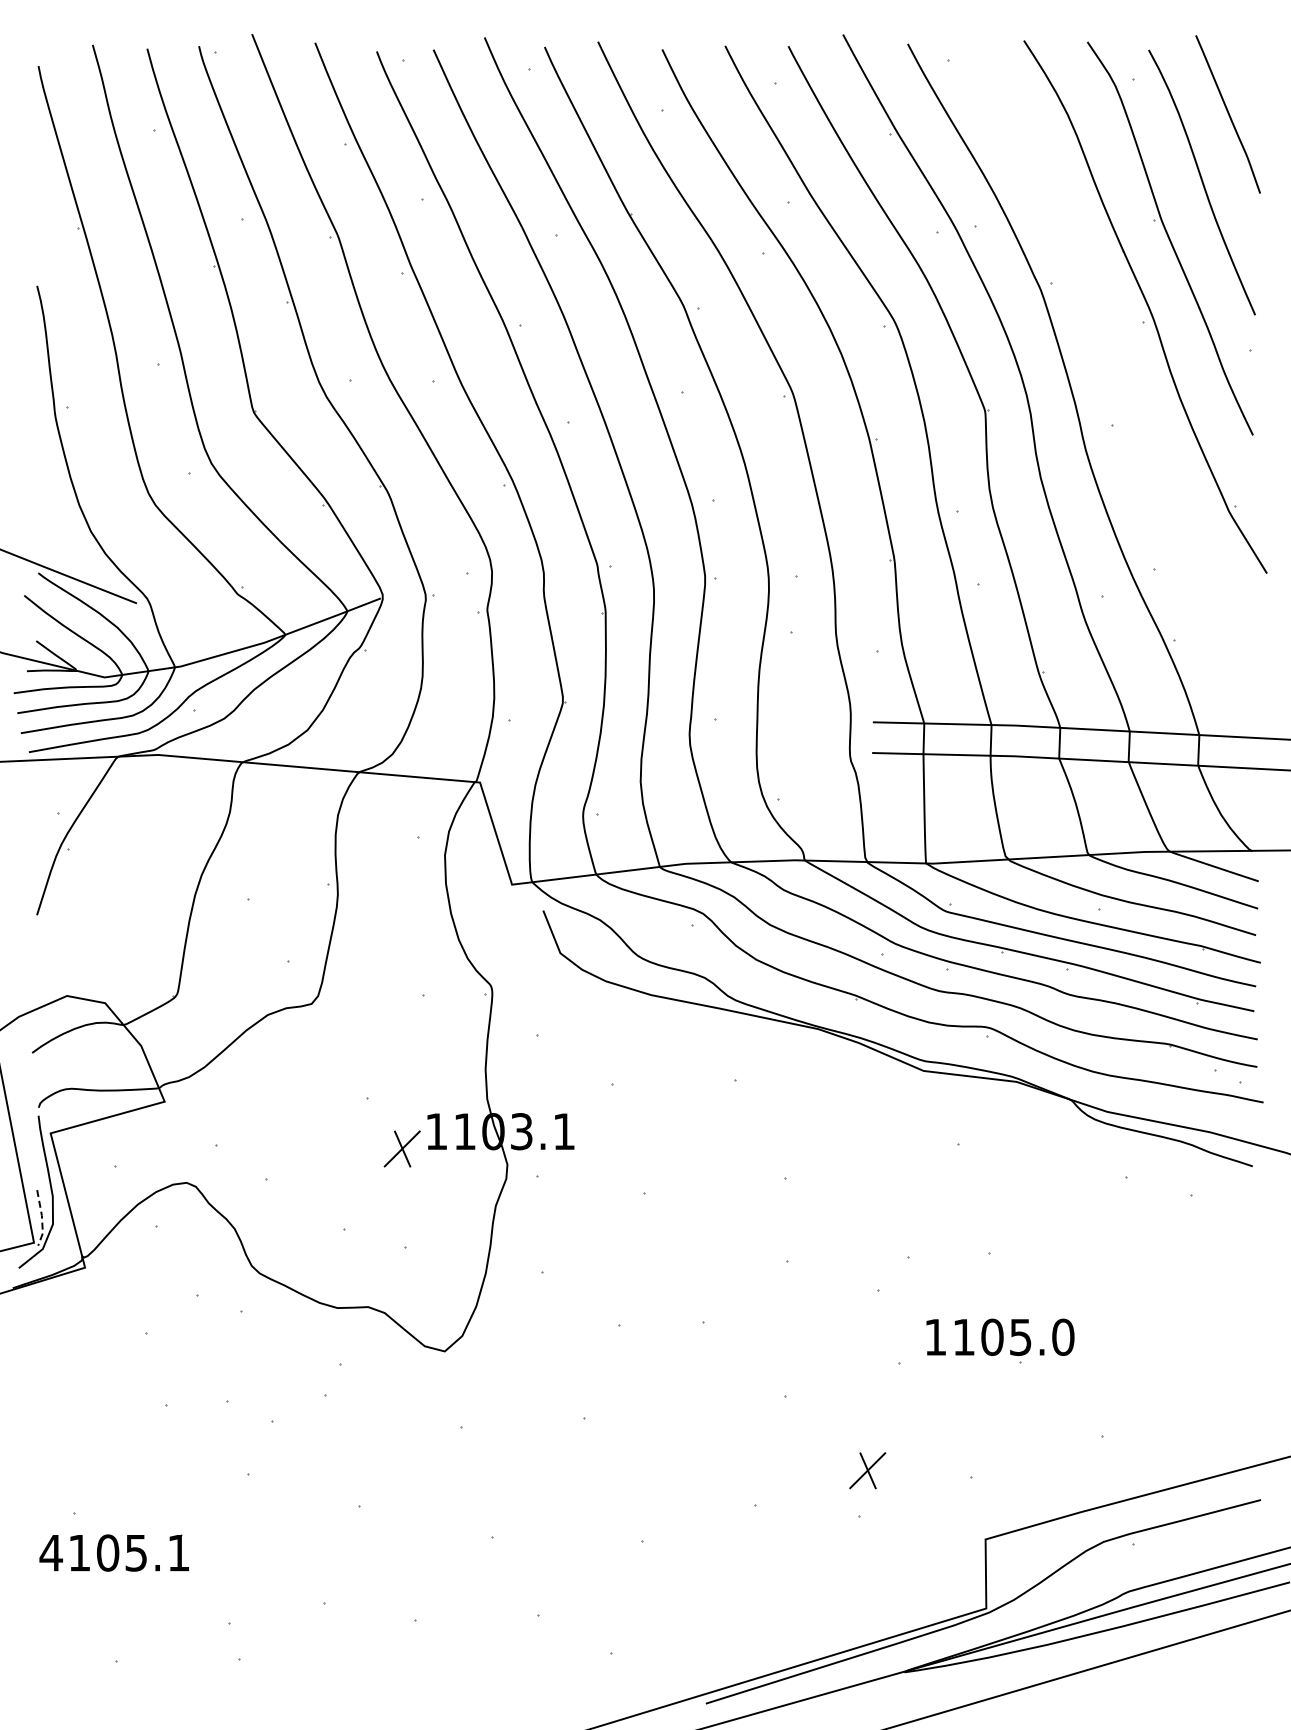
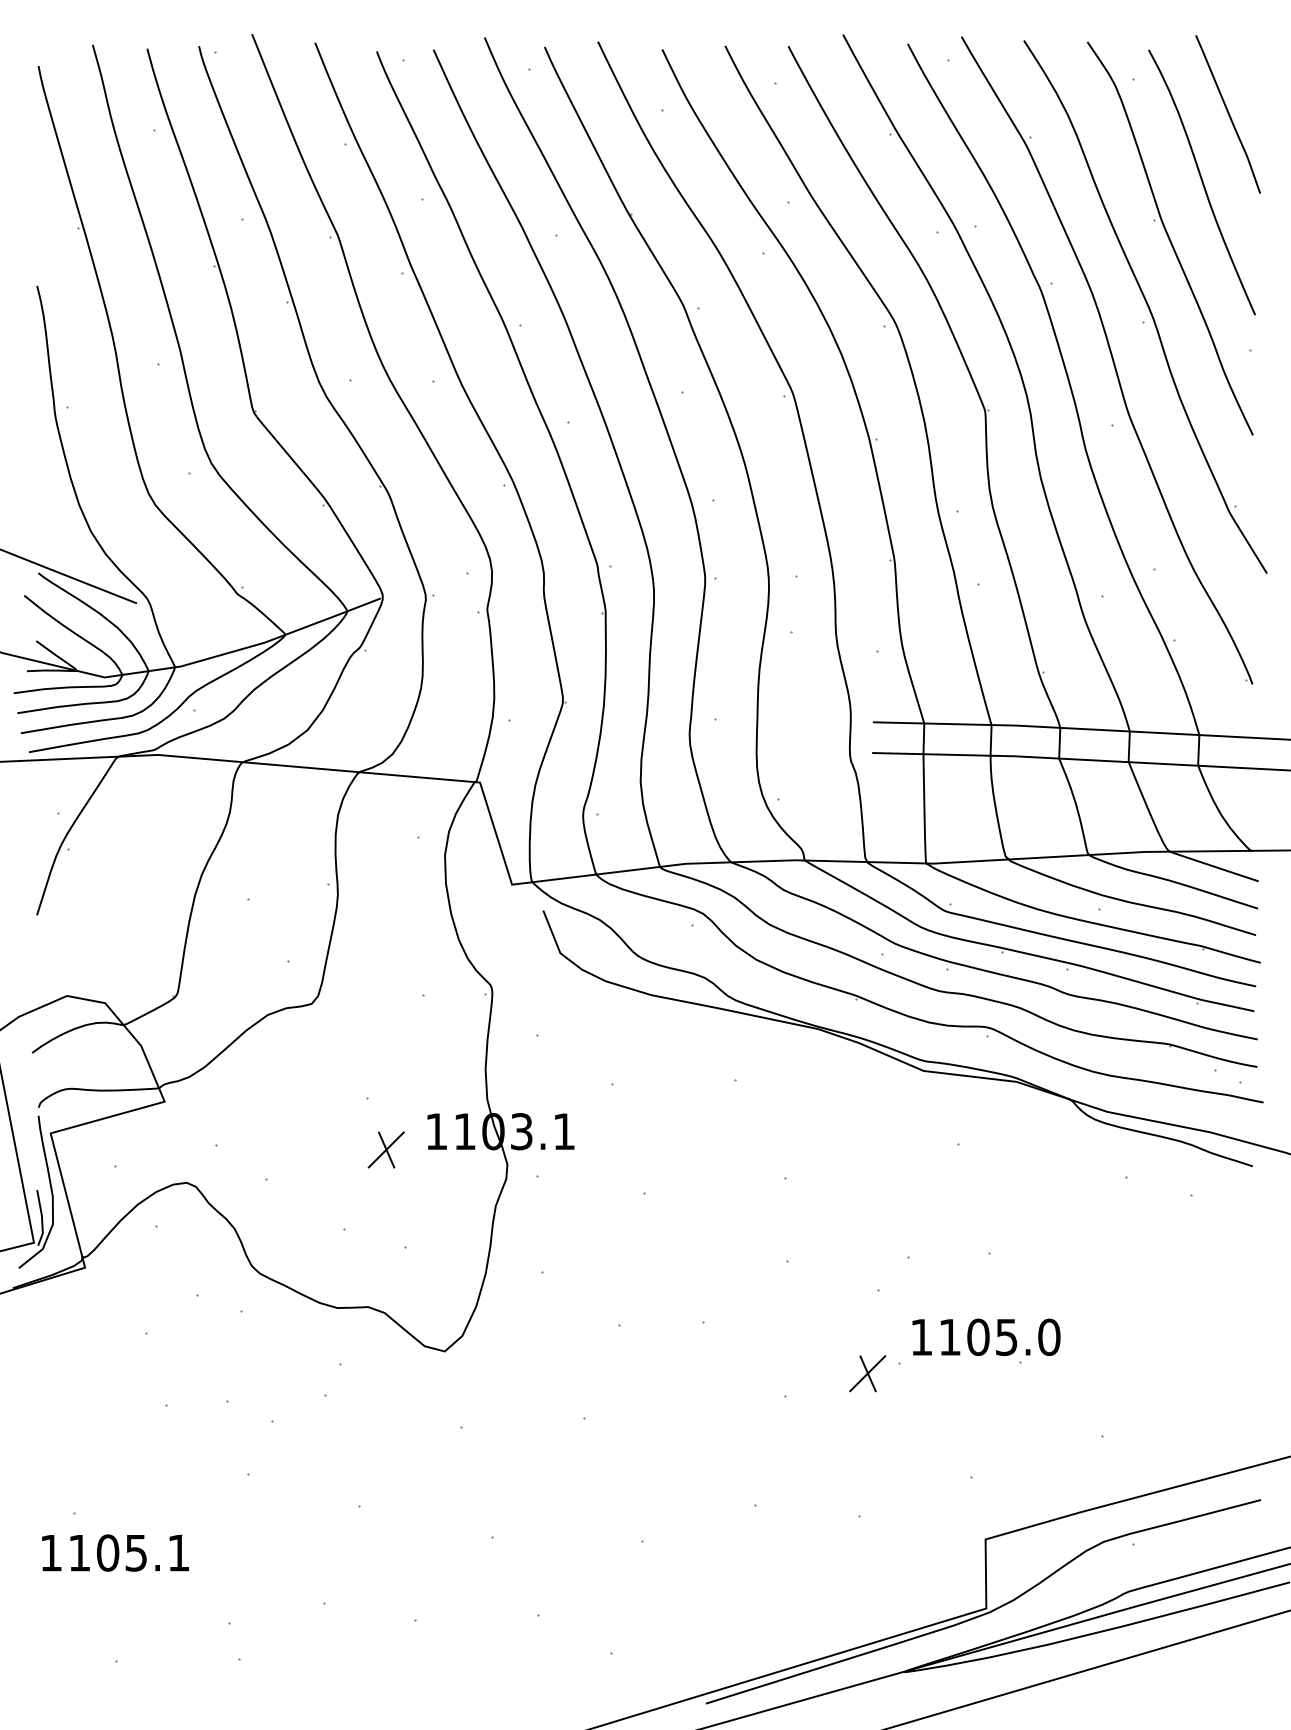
part at (1107, 360): none -> present
part at (401, 1148) position: (401, 1148) -> (385, 1149)
line at (42, 1218): dashed -> solid
text at (1000, 1336) position: (1000, 1336) -> (986, 1336)
part at (867, 1470) position: (867, 1470) -> (867, 1373)
text at (50, 1553): 4105.1 -> 1105.1
